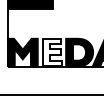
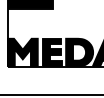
fill at (52, 52): none -> present
